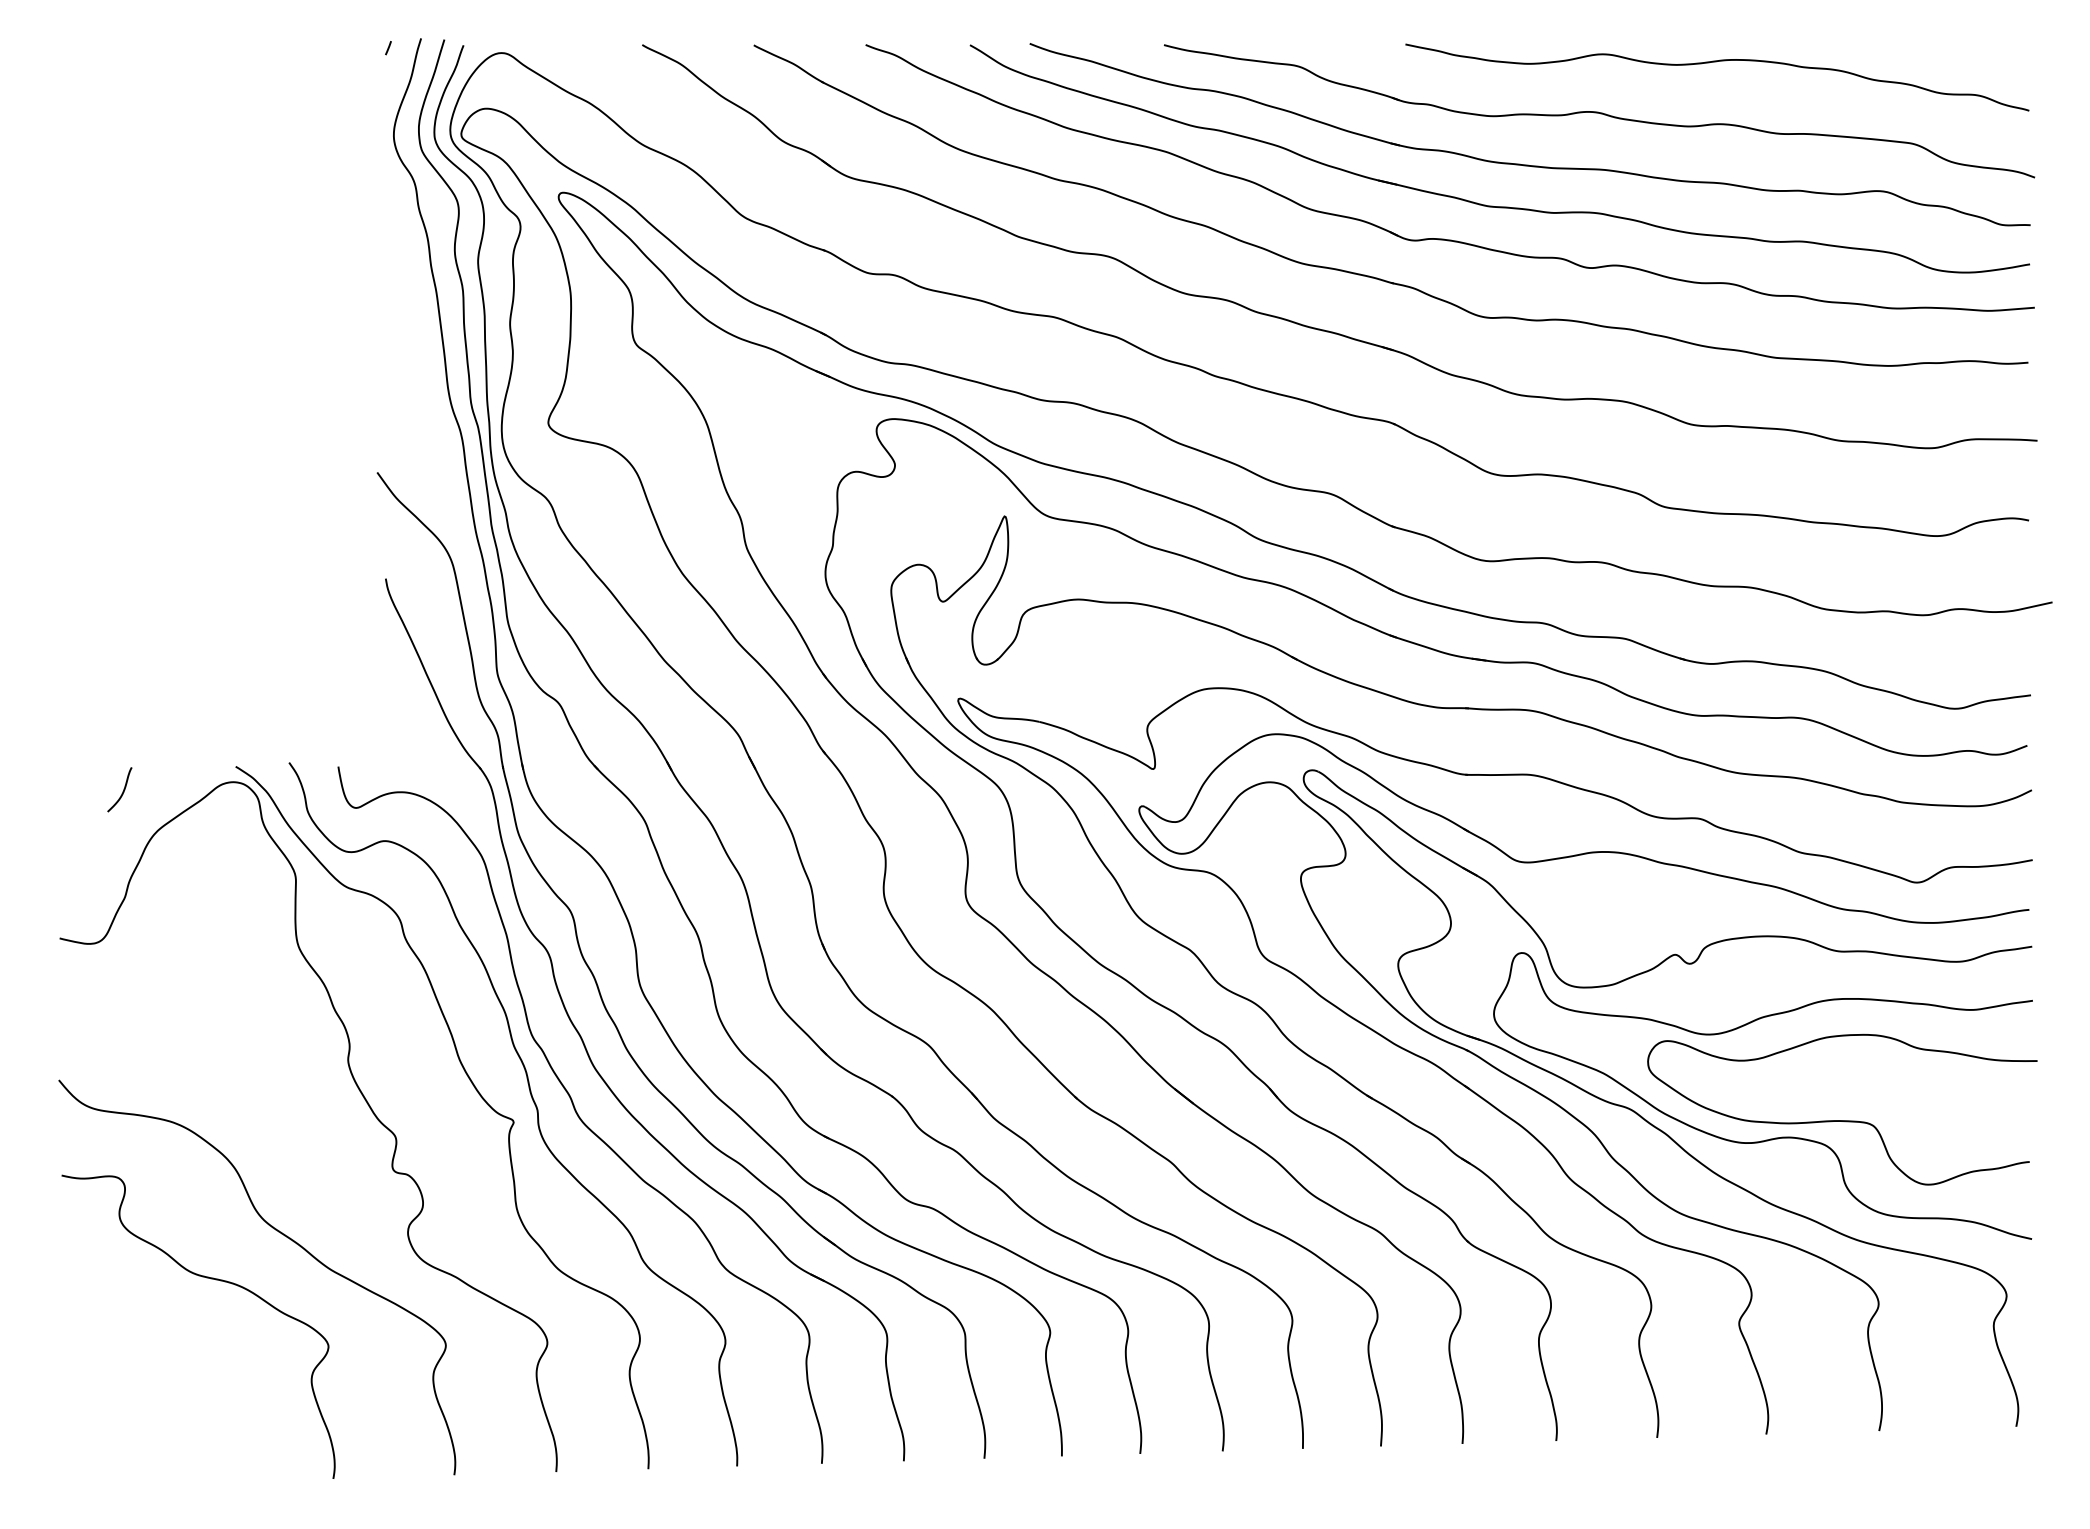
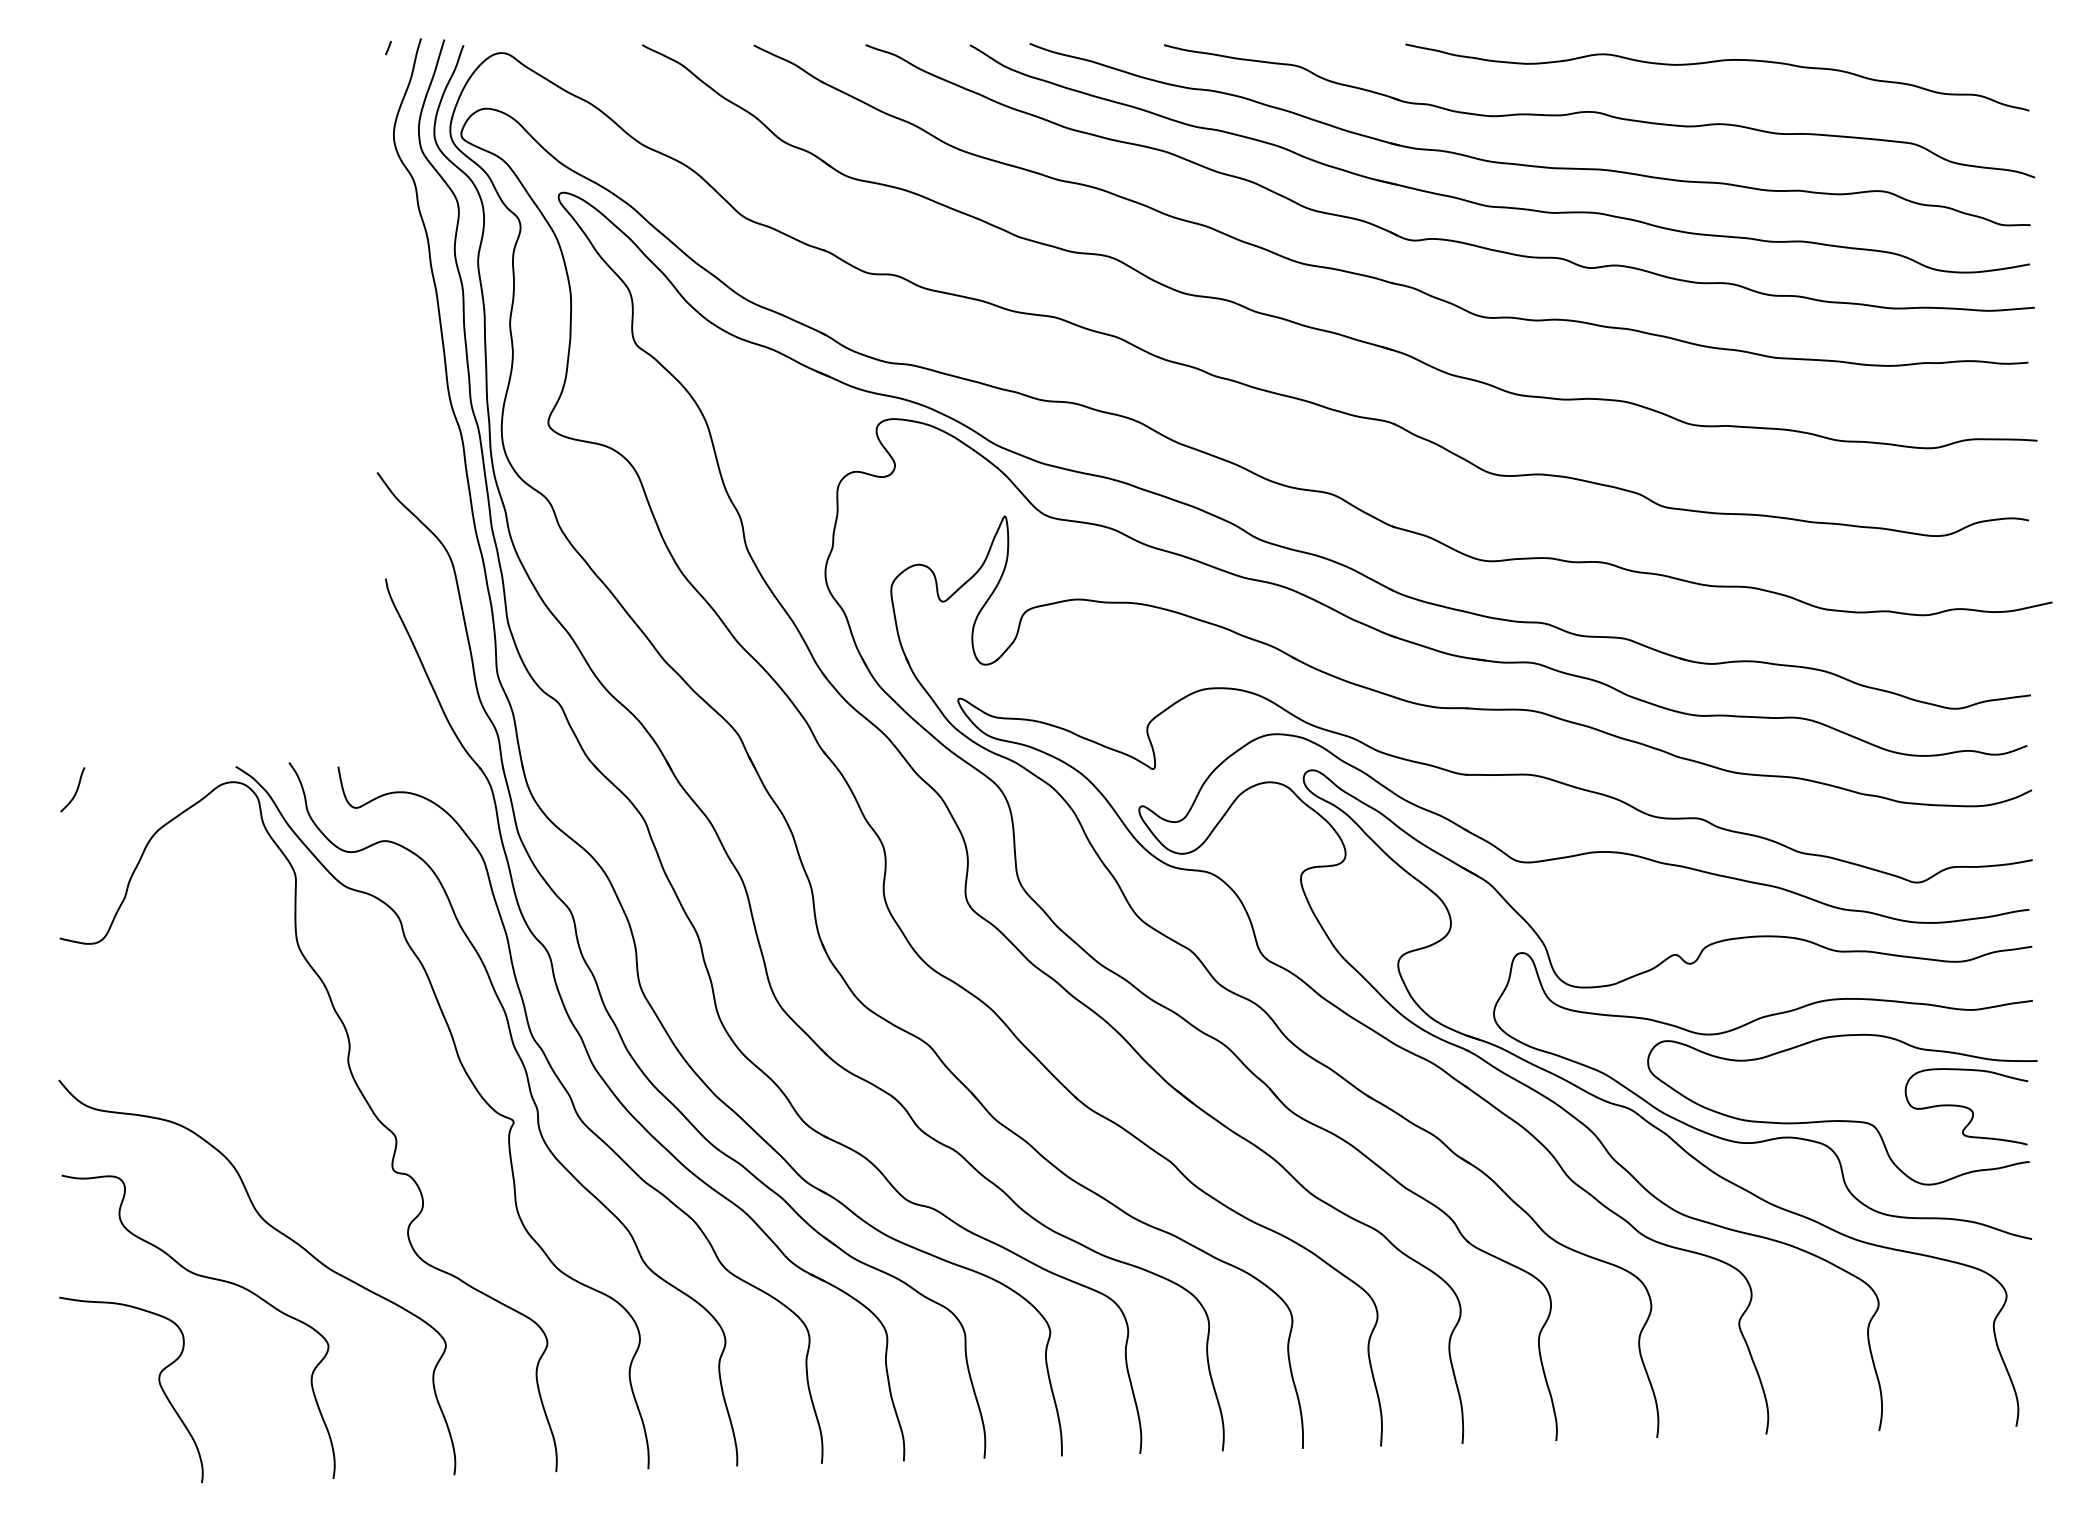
curve at (122, 791) position: (122, 791) -> (75, 791)
curve at (1966, 1106): none -> present
curve at (158, 1382): none -> present
